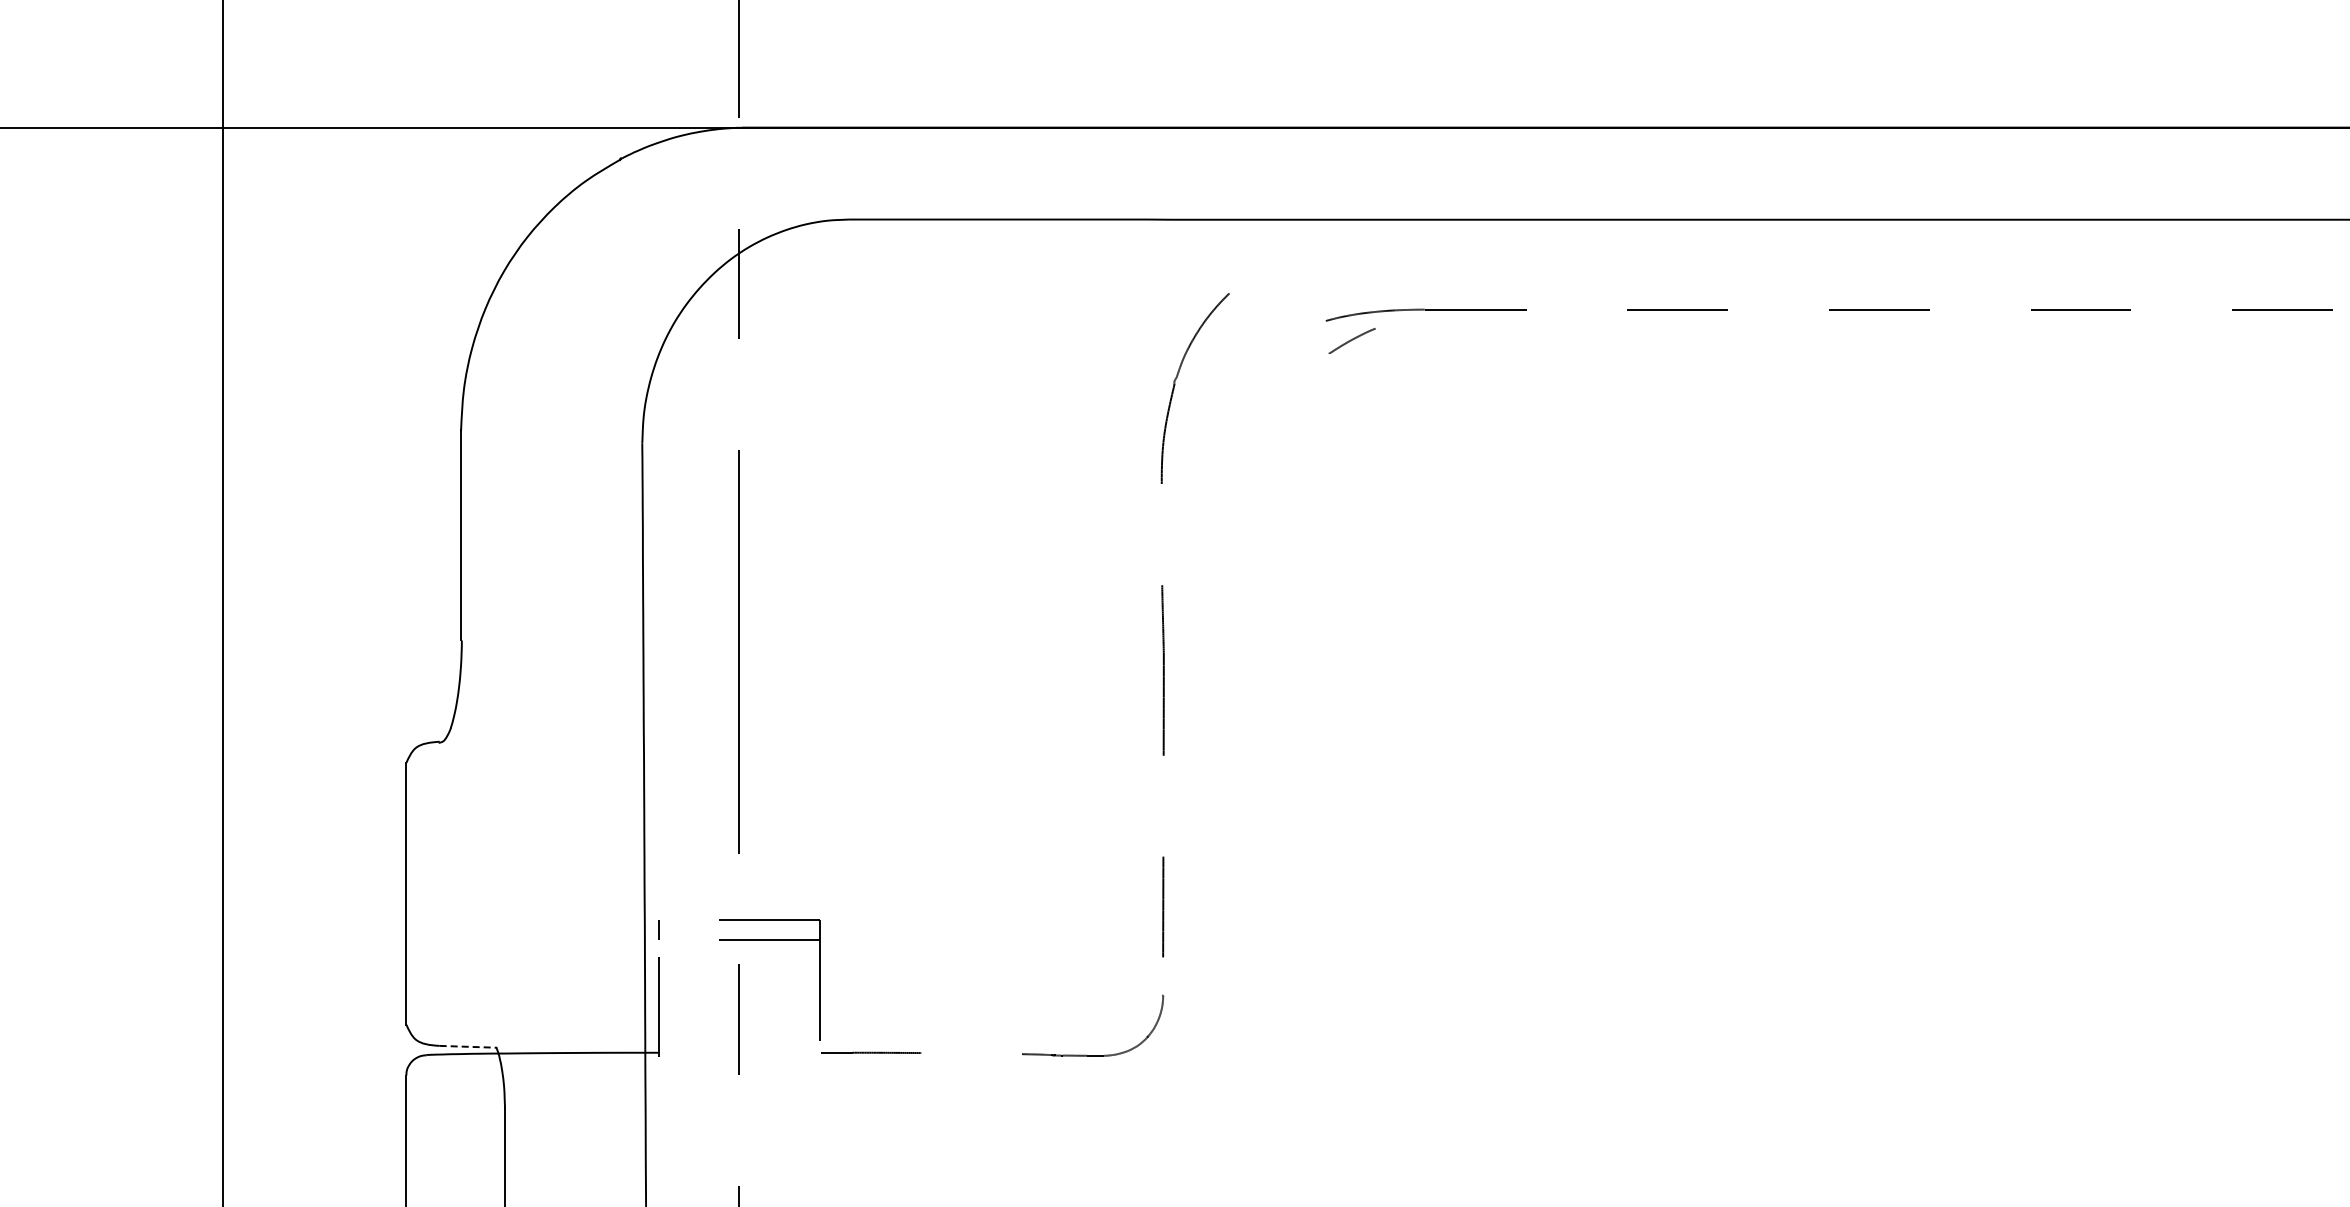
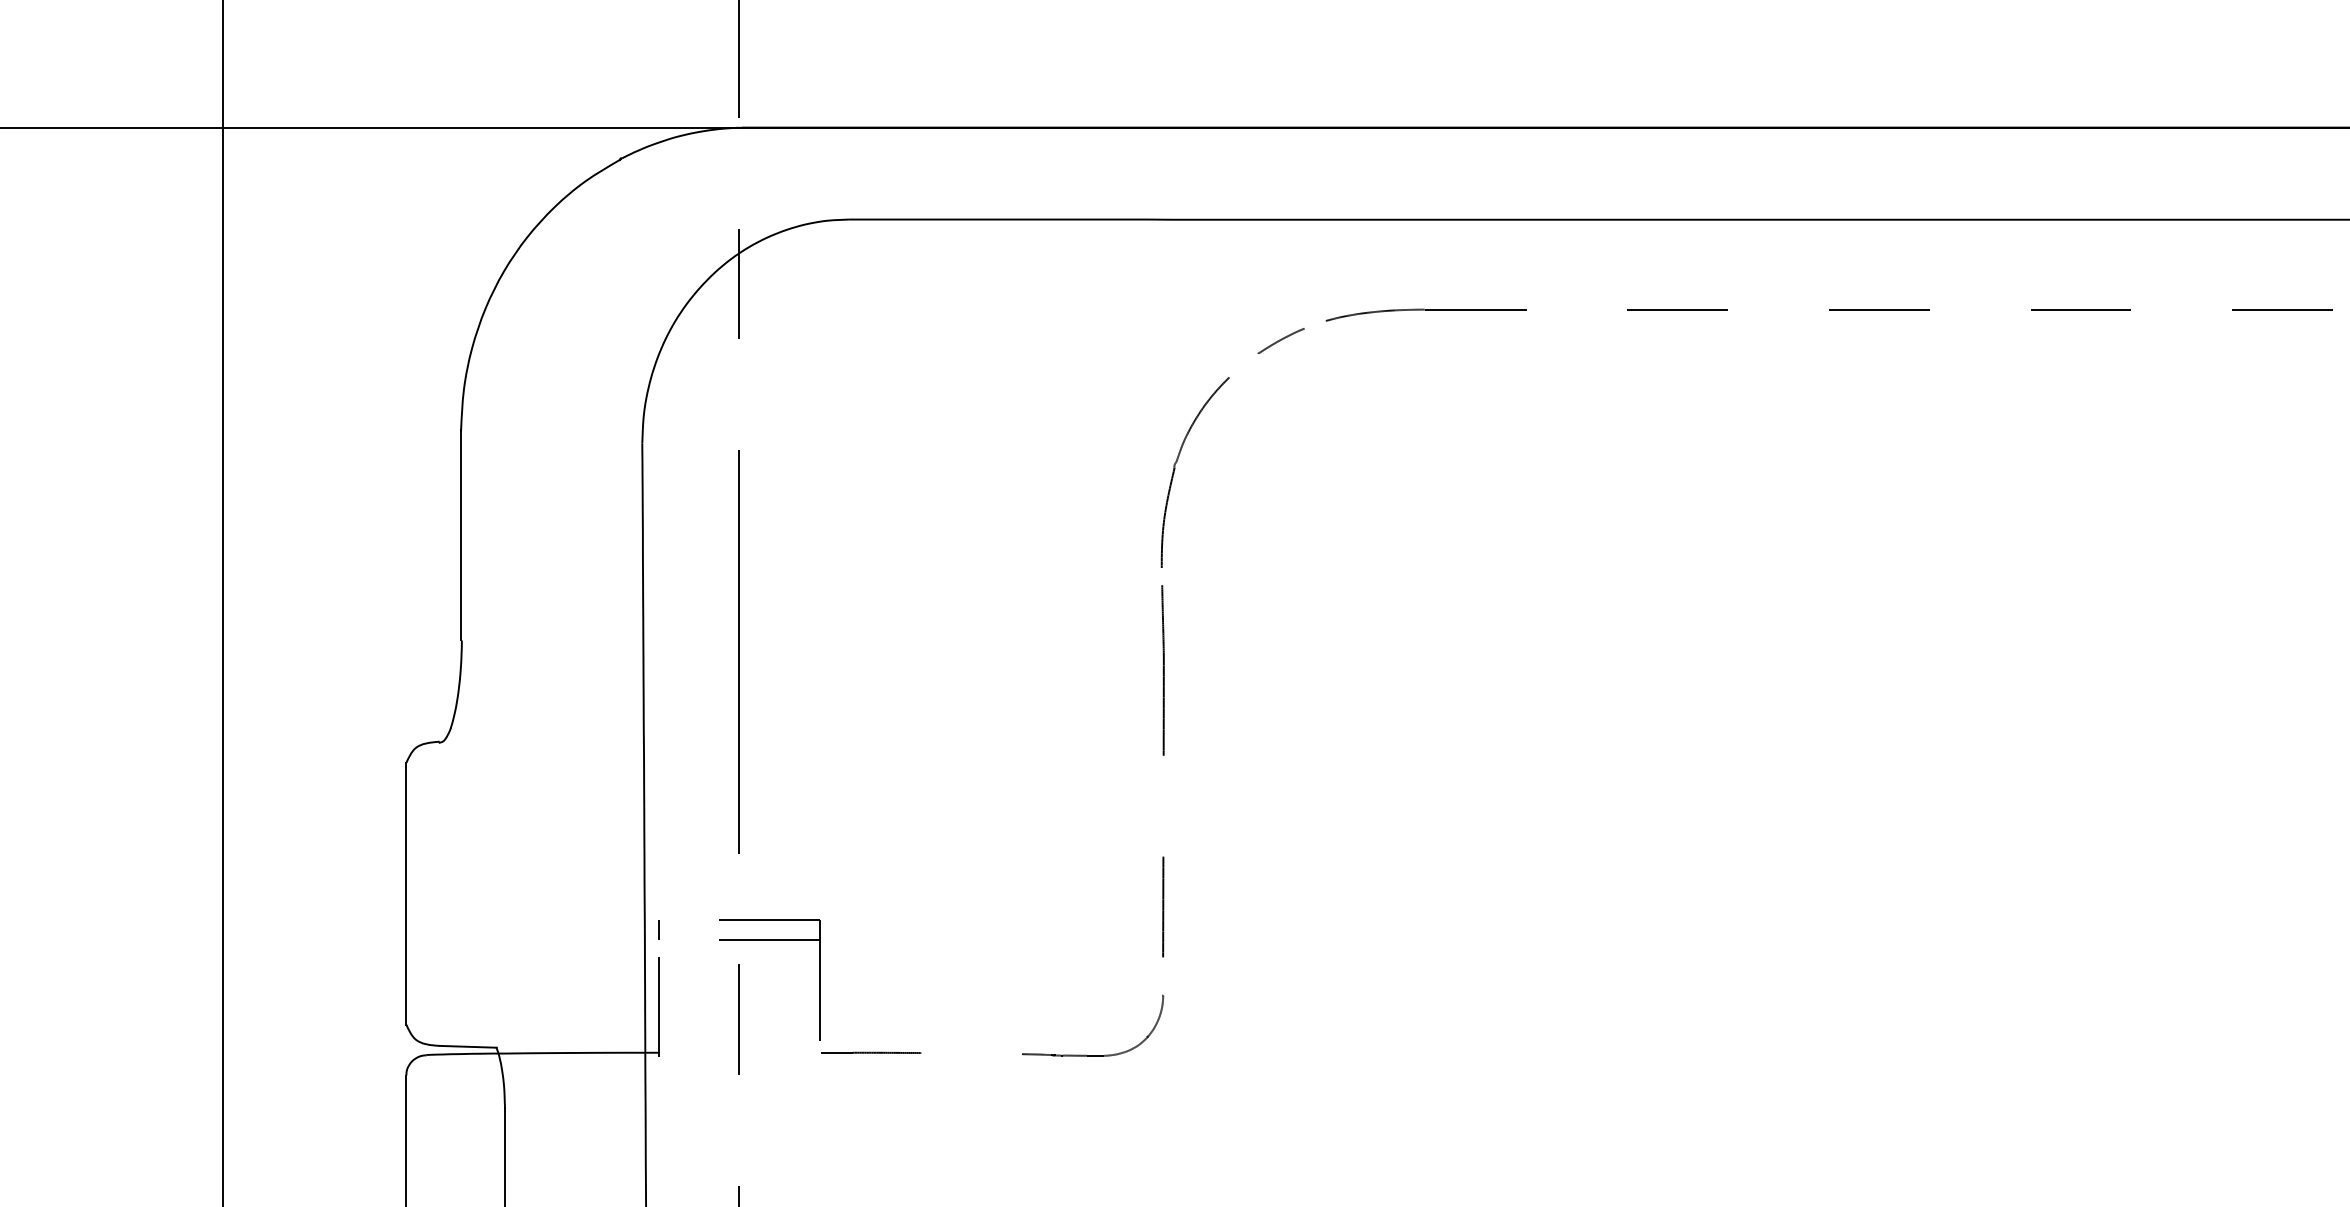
part at (1351, 340) position: (1351, 340) -> (1280, 340)
part at (1175, 385) position: (1175, 385) -> (1175, 469)
line at (468, 1046): dashed -> solid
